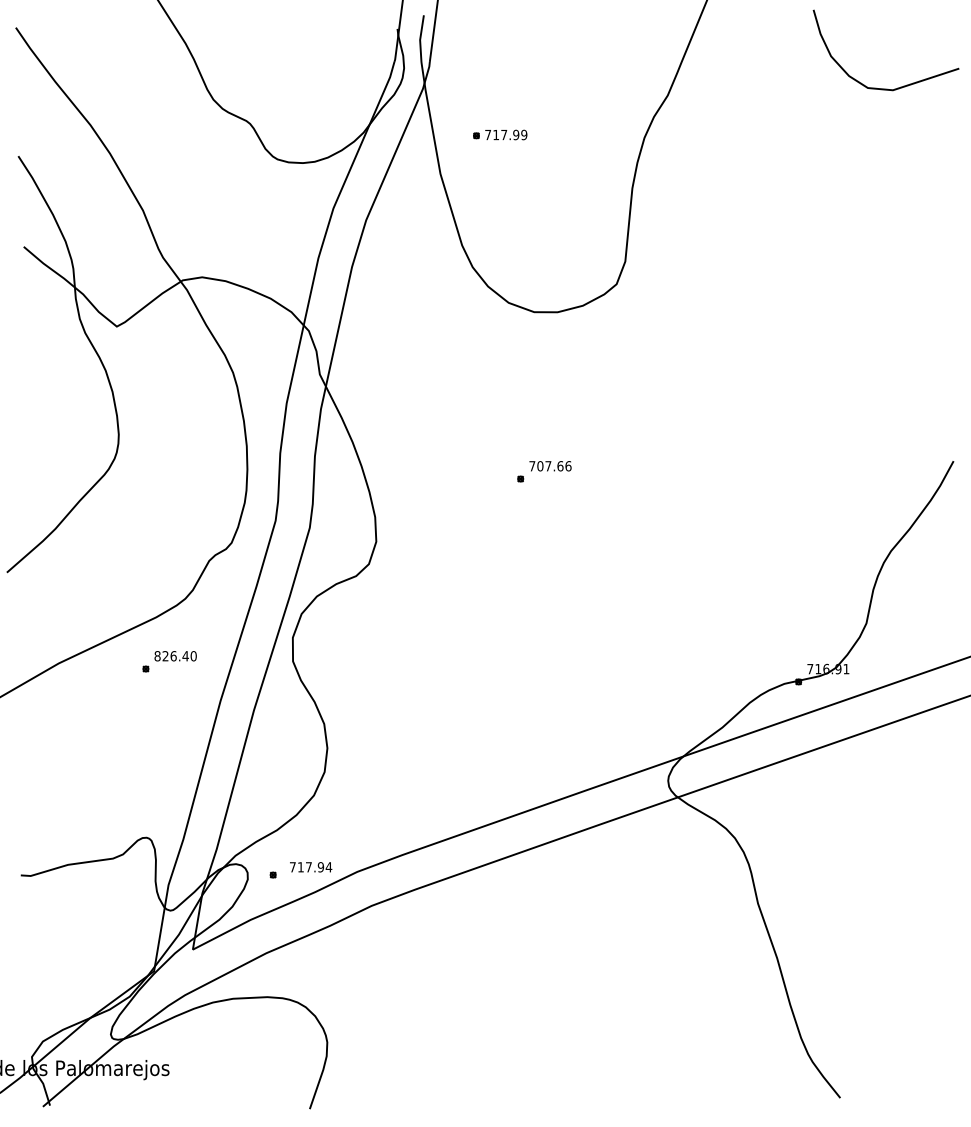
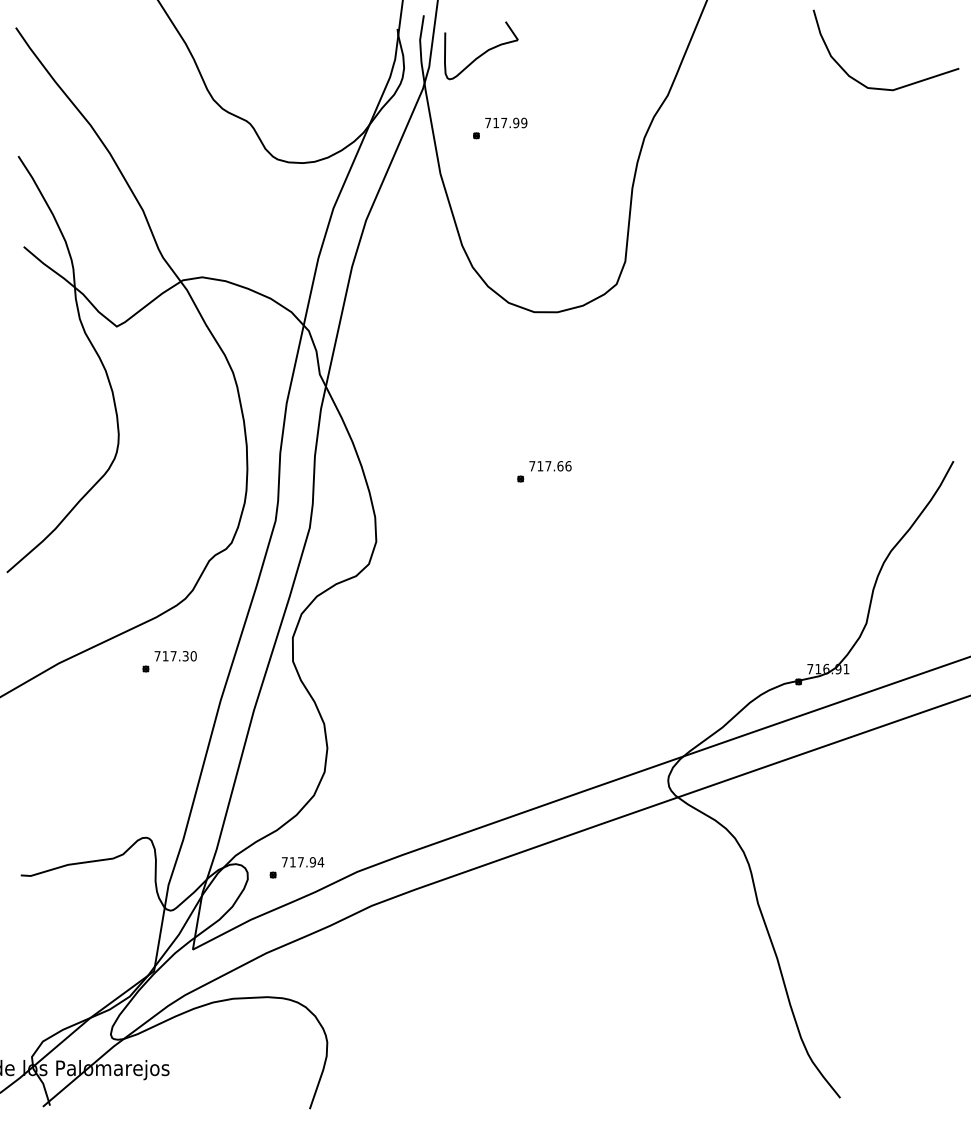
part at (481, 50): none -> present
text at (506, 134) position: (506, 134) -> (506, 122)
text at (540, 466): 707.66 -> 717.66
text at (171, 656): 826.40 -> 717.30
text at (311, 867) position: (311, 867) -> (303, 862)
